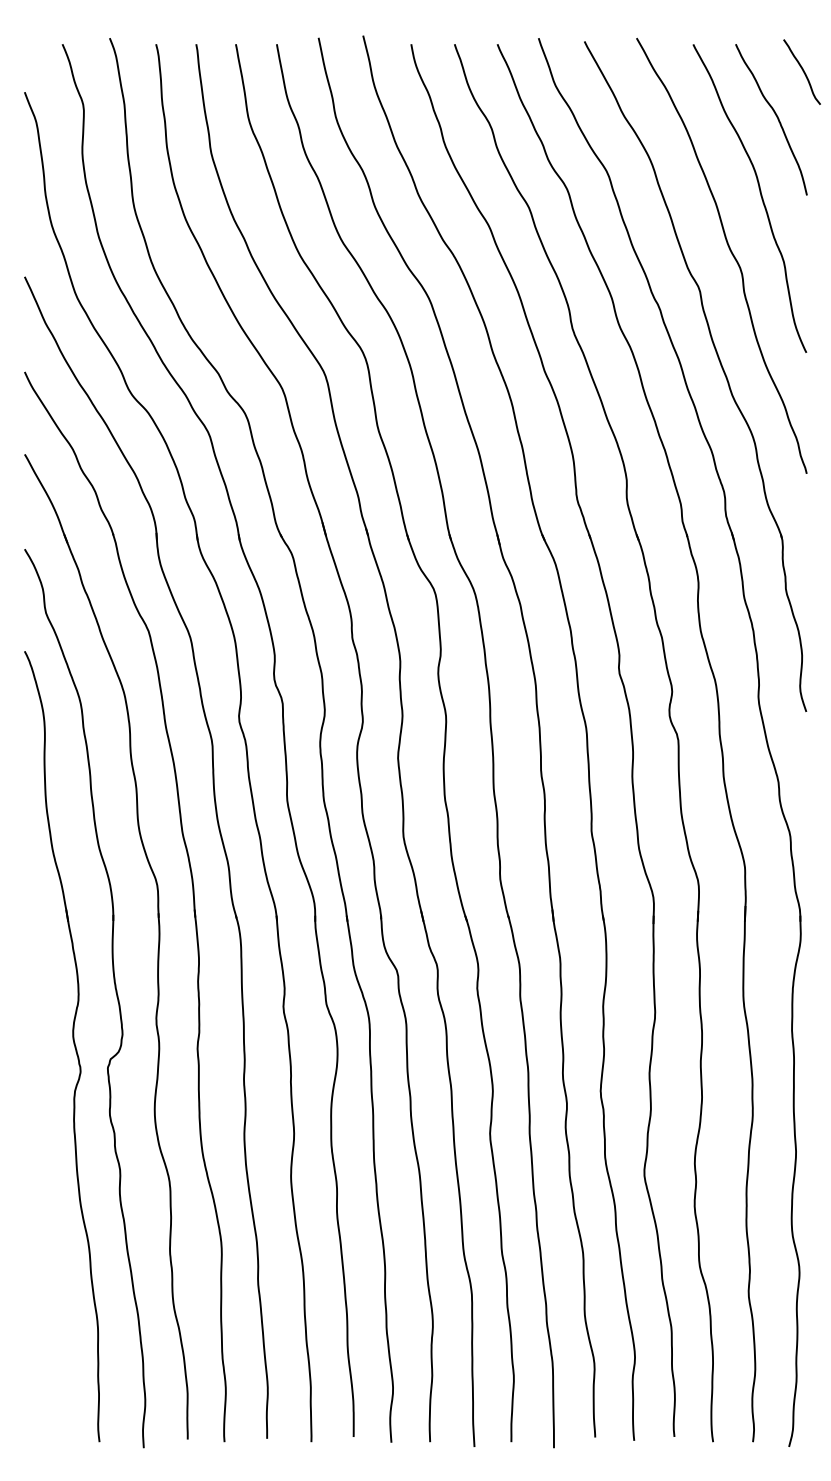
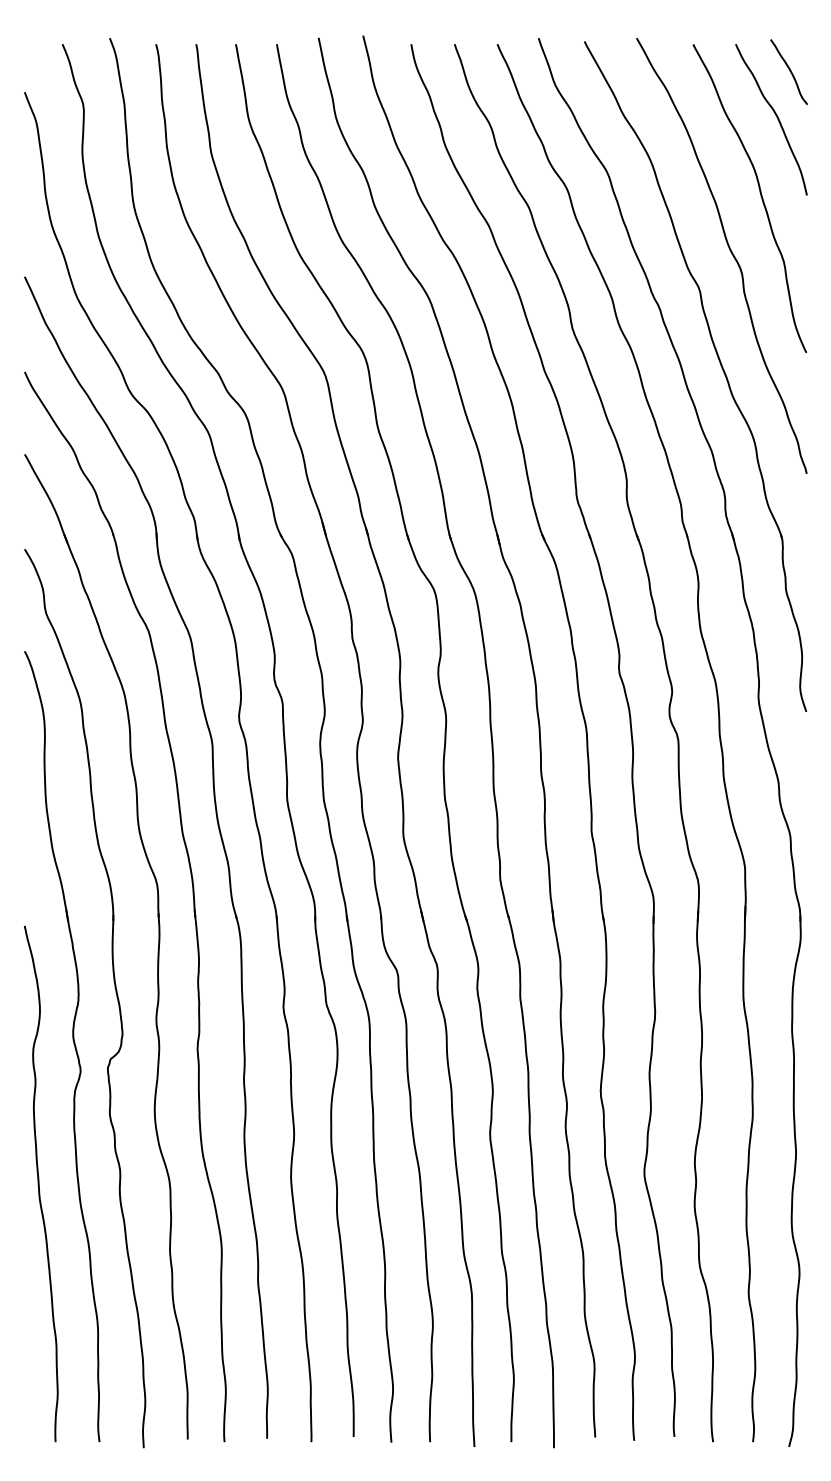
curve at (802, 71) position: (802, 71) -> (789, 71)
curve at (39, 1183): none -> present
